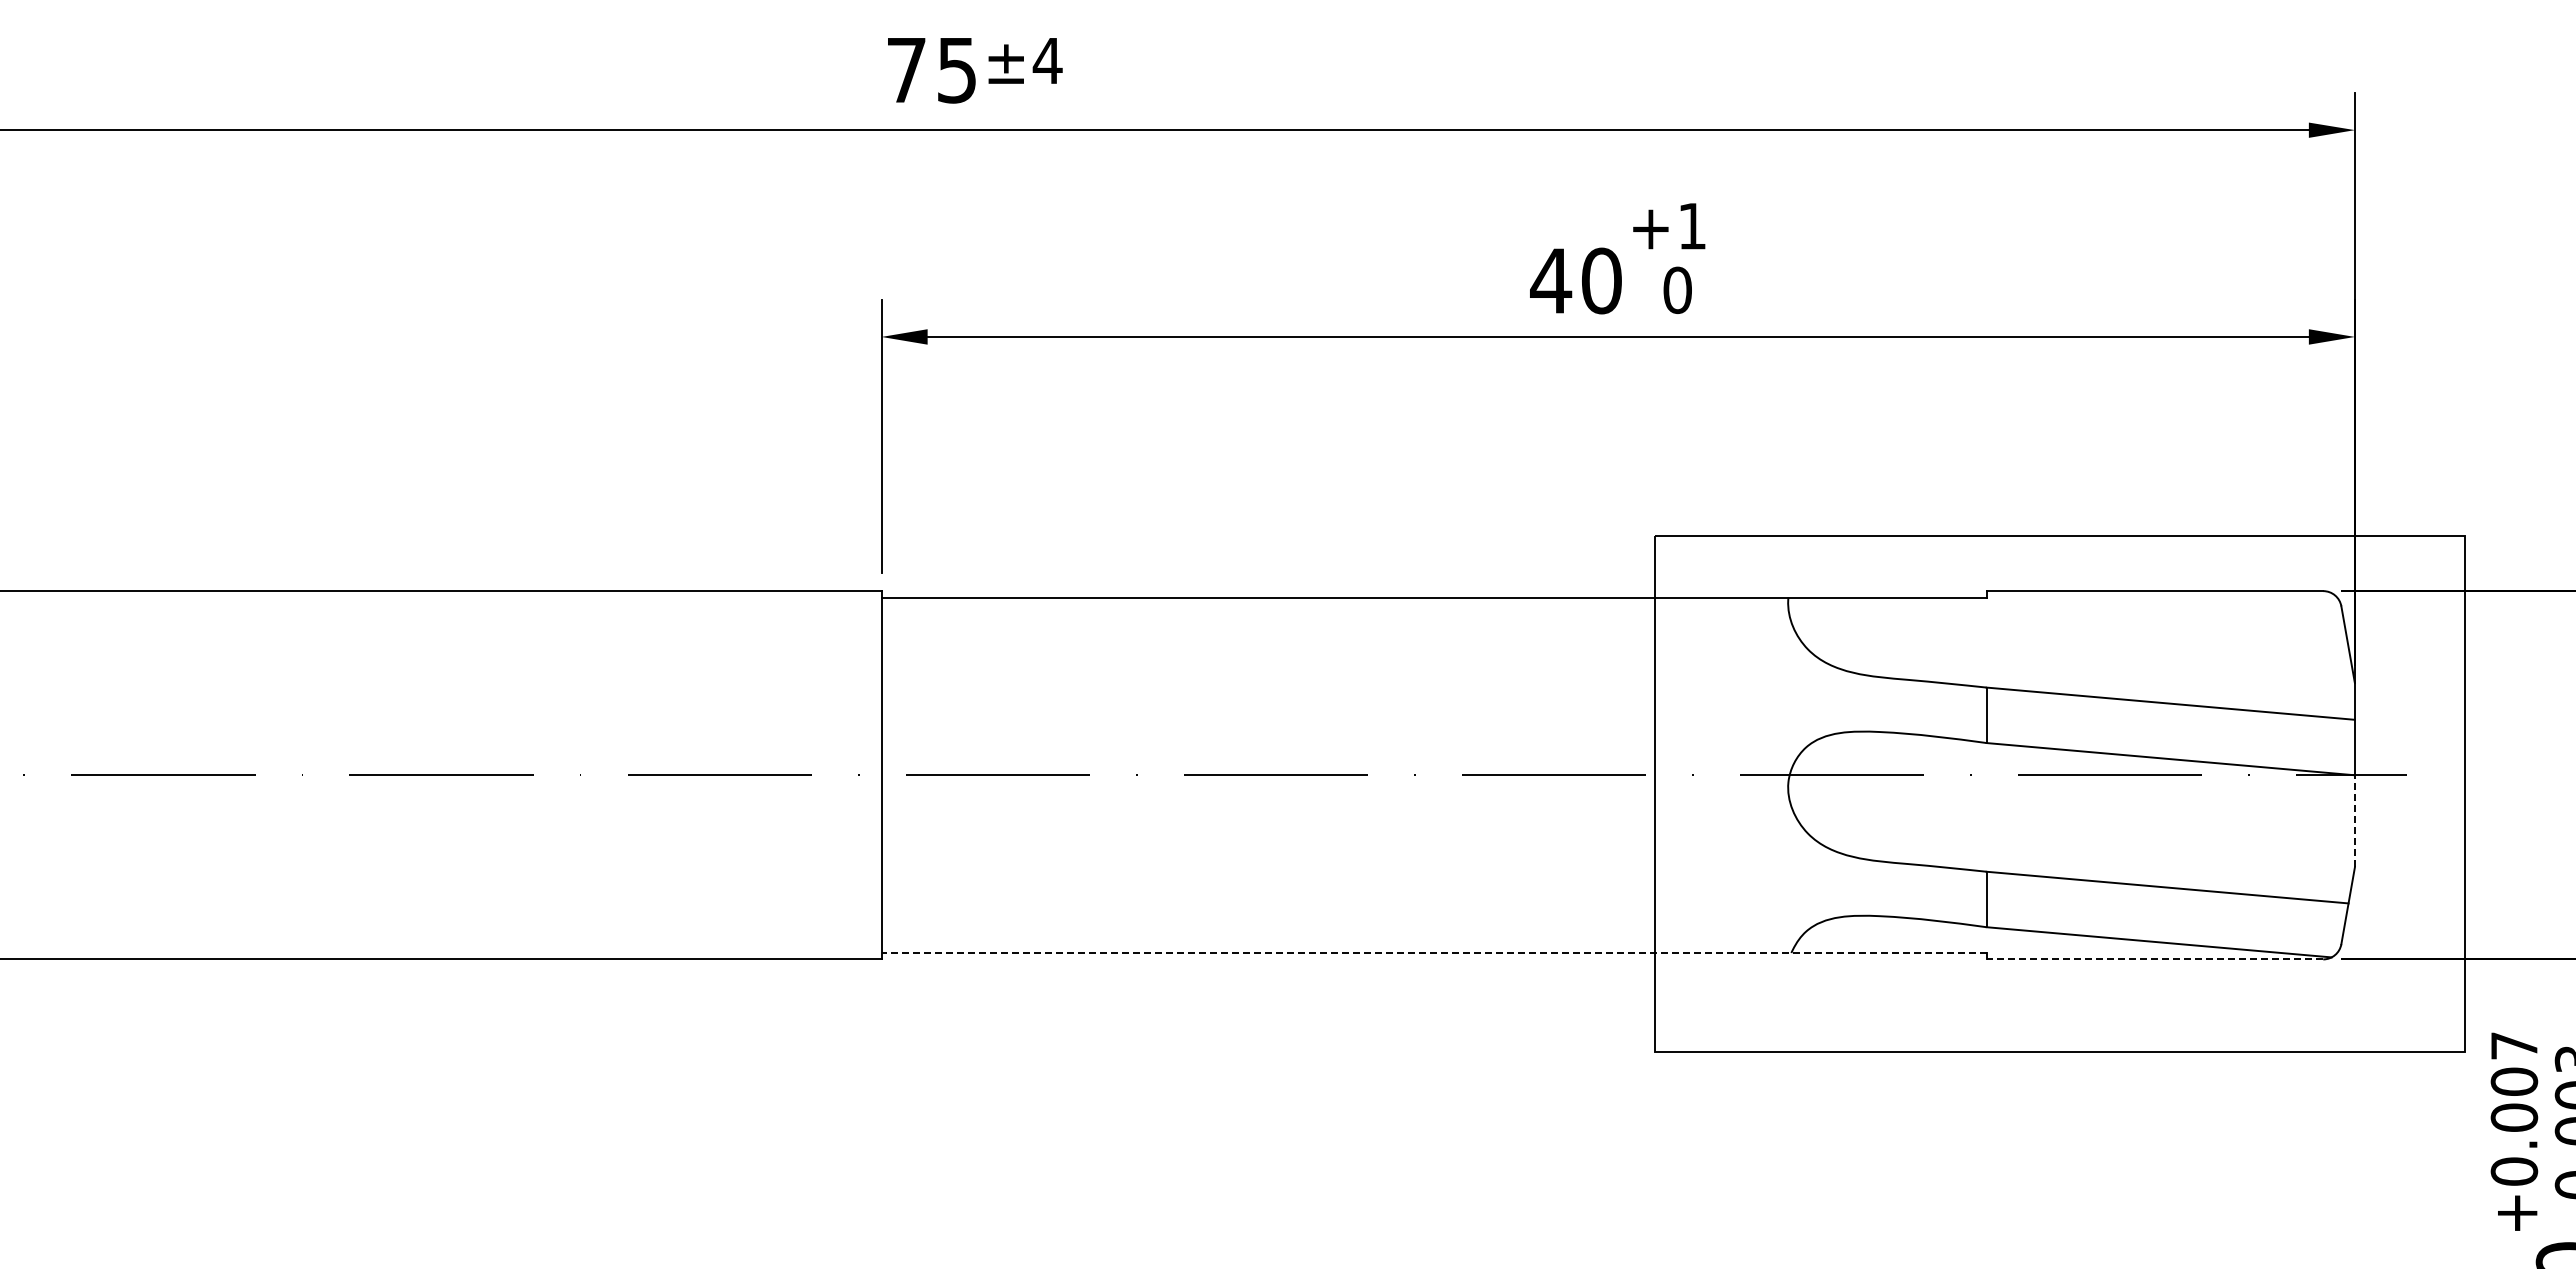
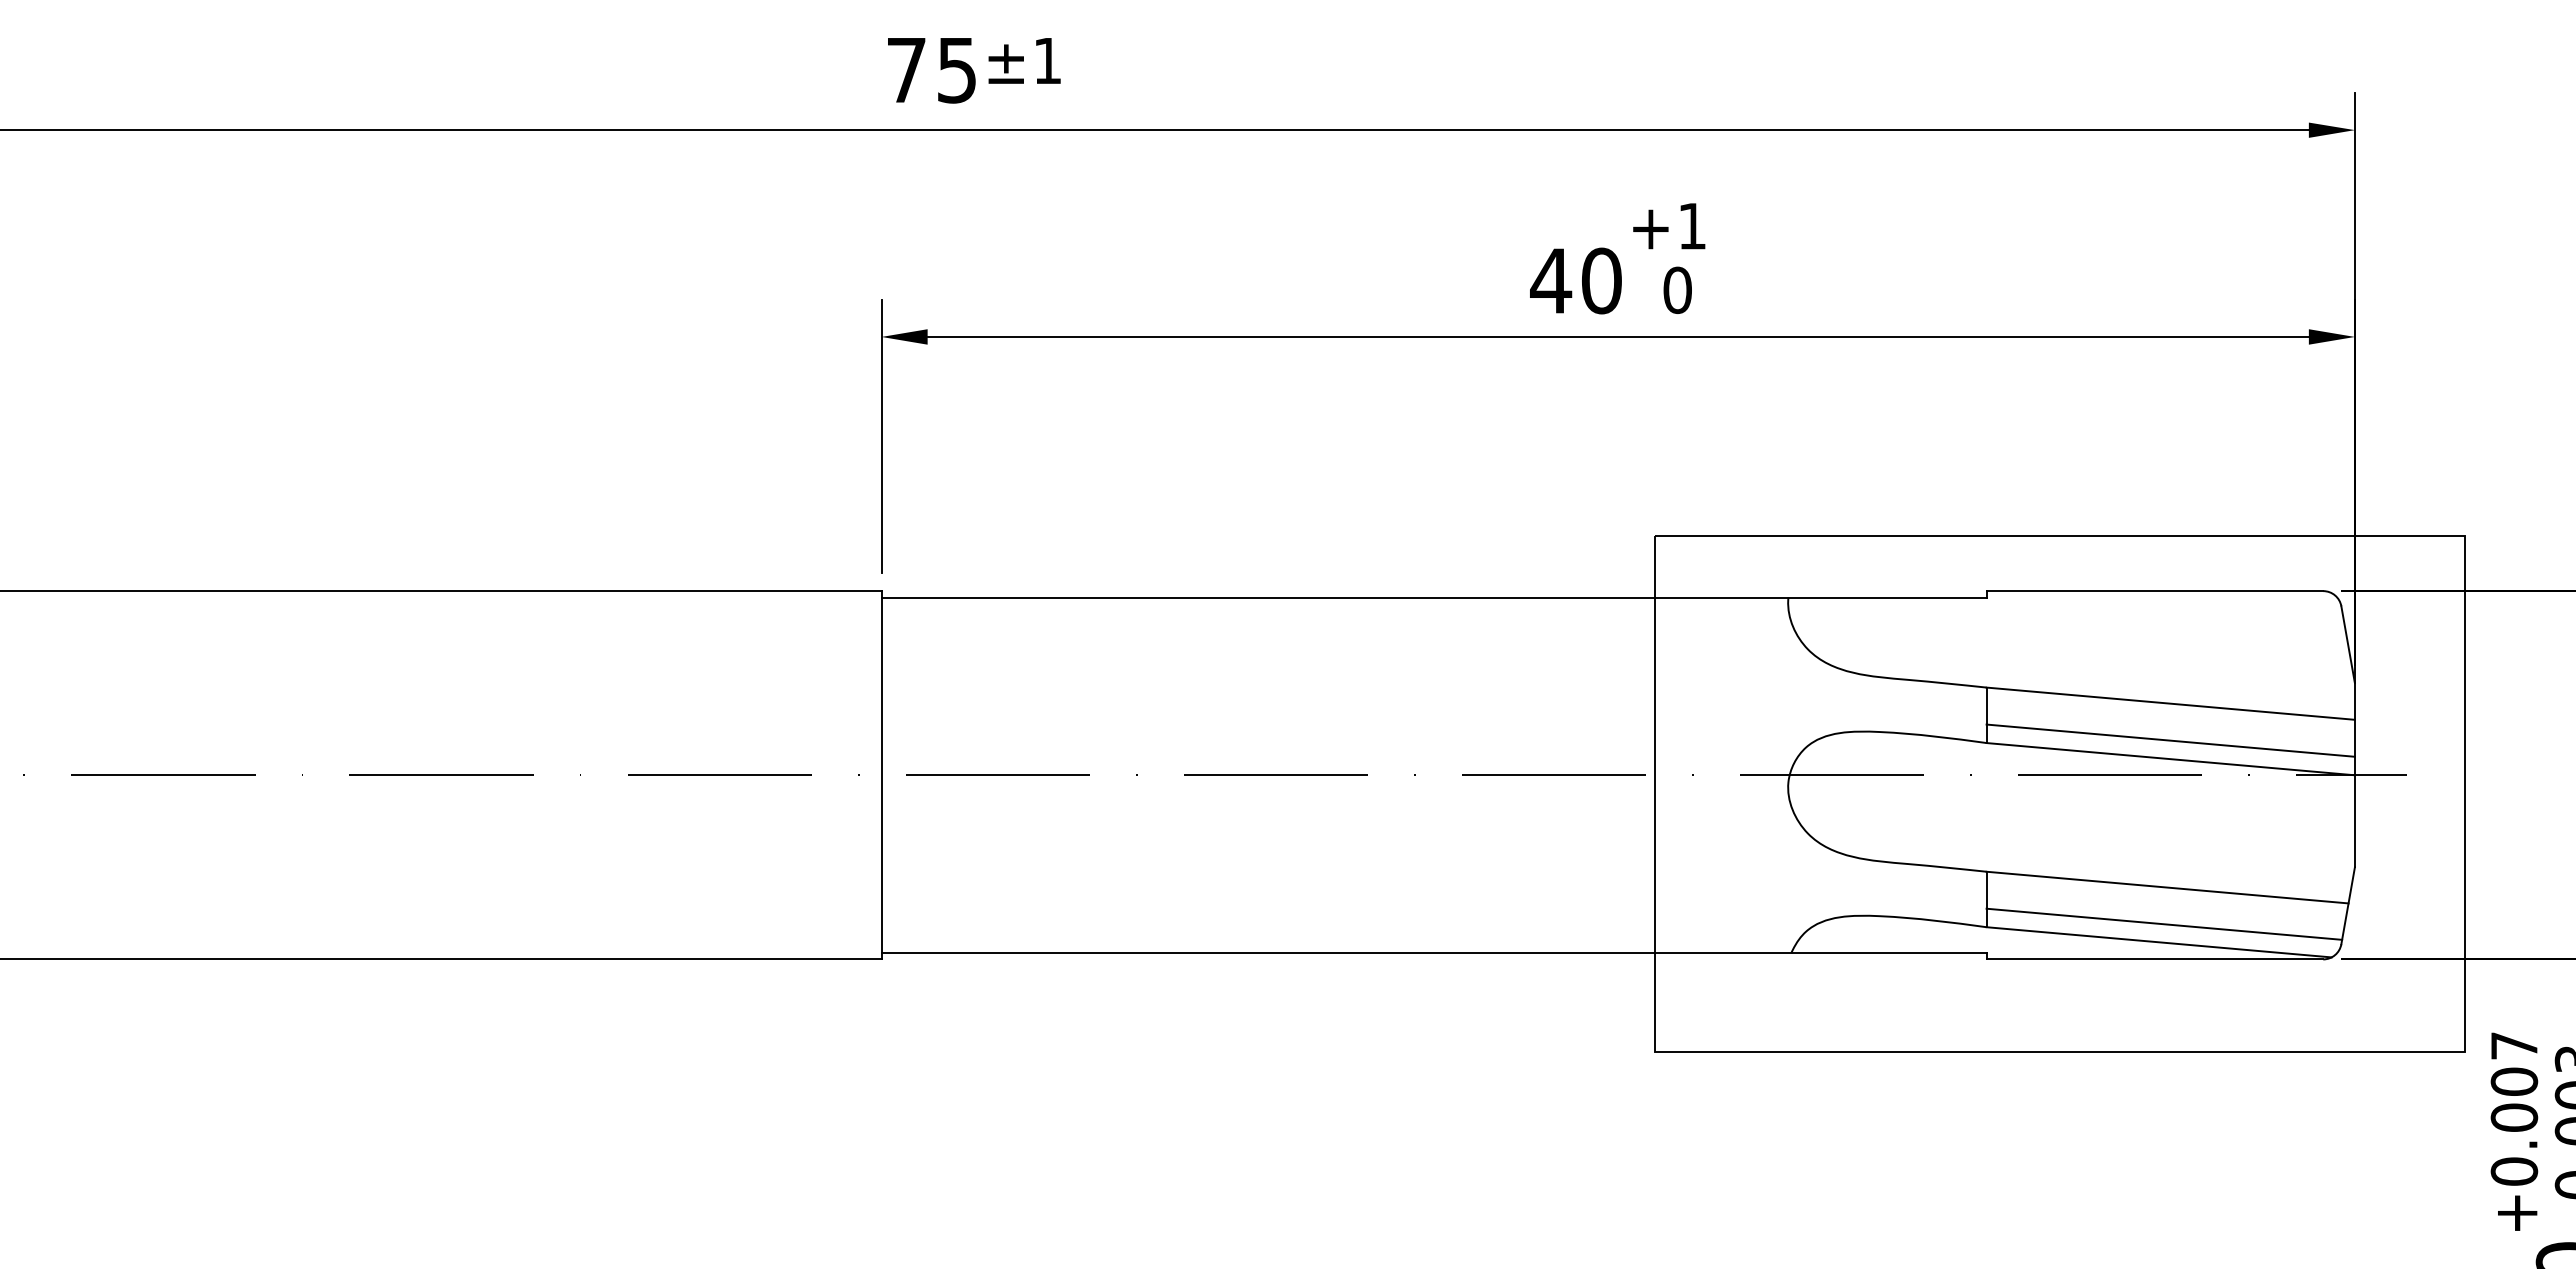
text at (1047, 60): ±4 -> ±1
line at (2170, 740): none -> present
line at (2354, 820): dashed -> solid
line at (2164, 923): none -> present
line at (1433, 953): dashed -> solid
line at (2154, 959): dashed -> solid
